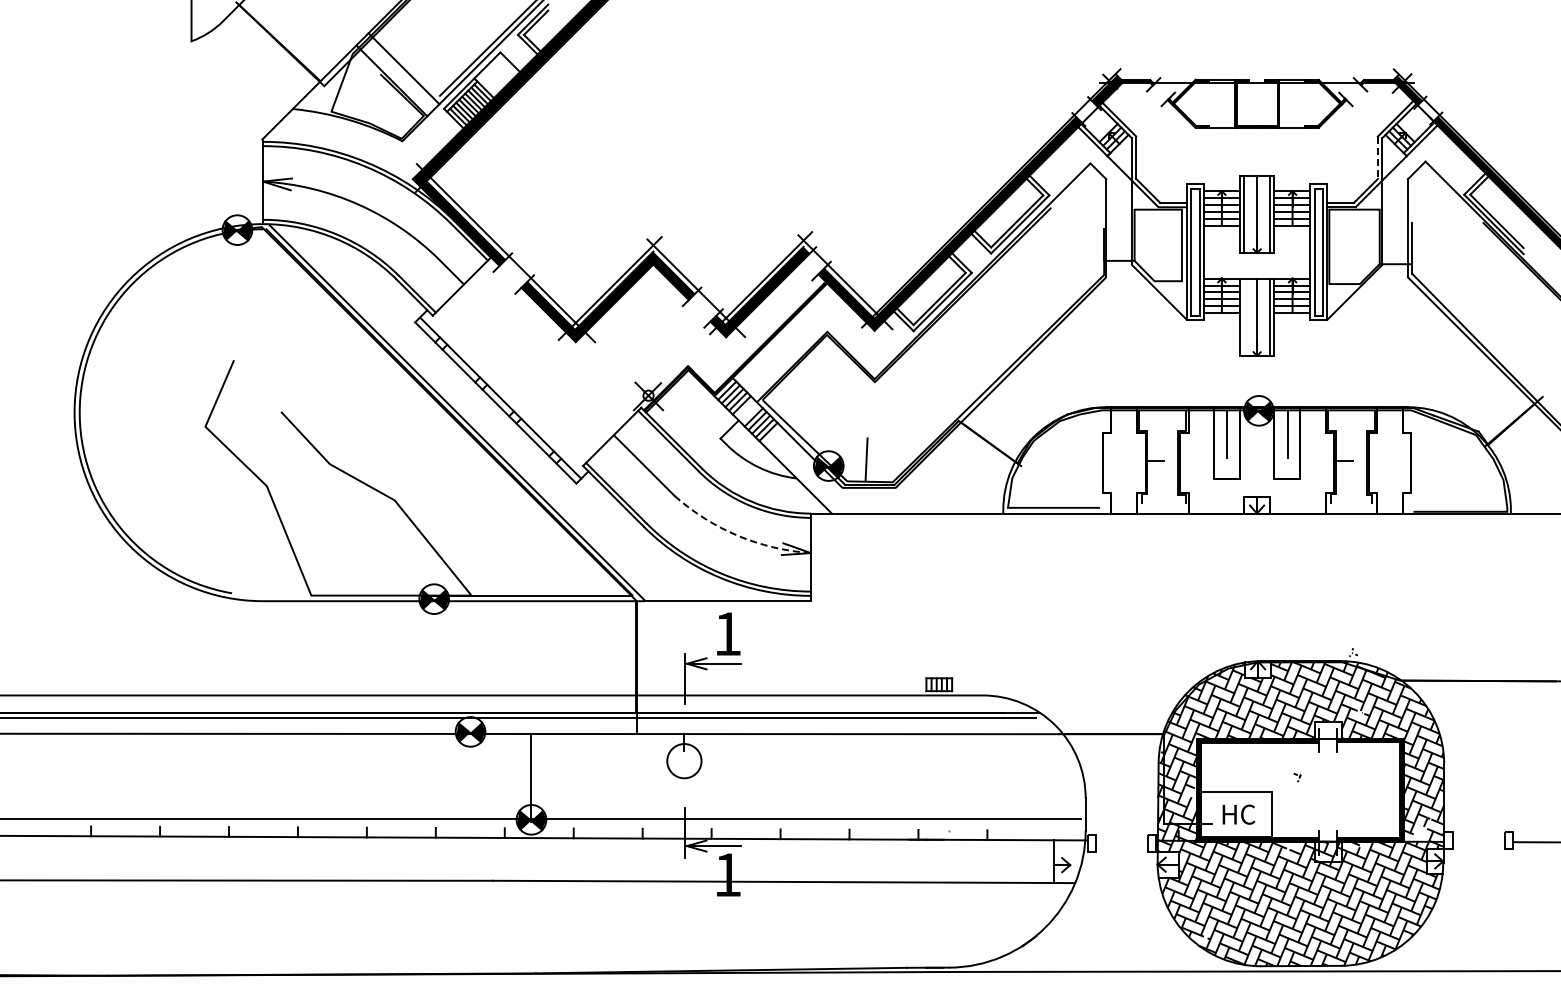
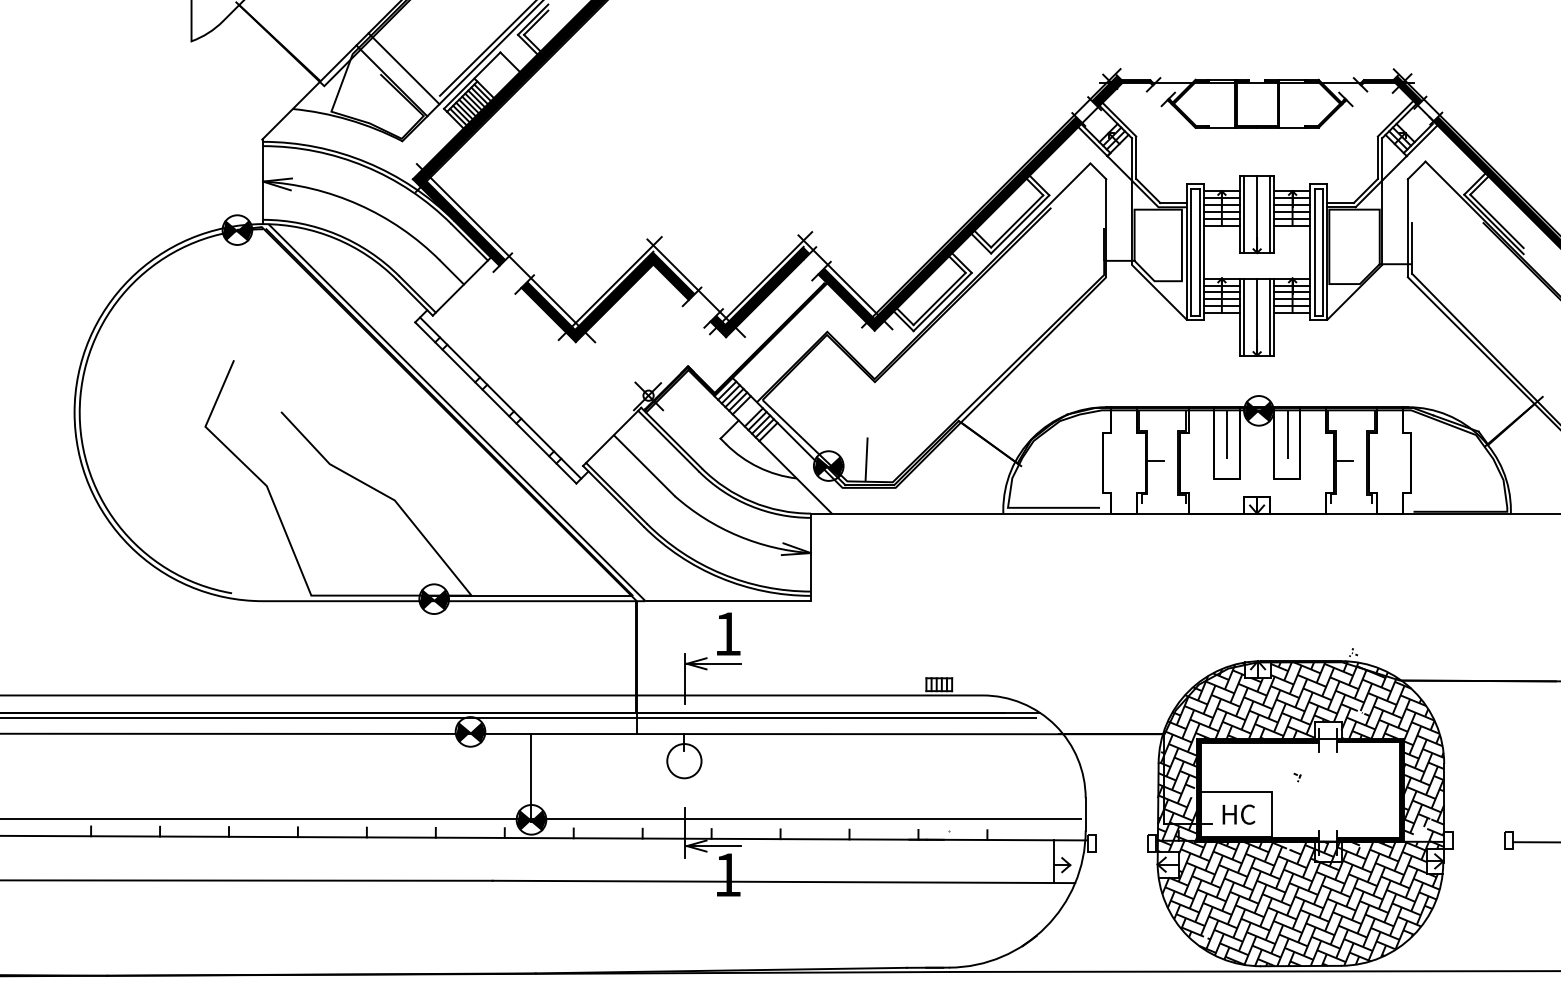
line at (1377, 158): dashed -> solid
line at (1244, 316): none -> present
arc at (738, 535): dashed -> solid
